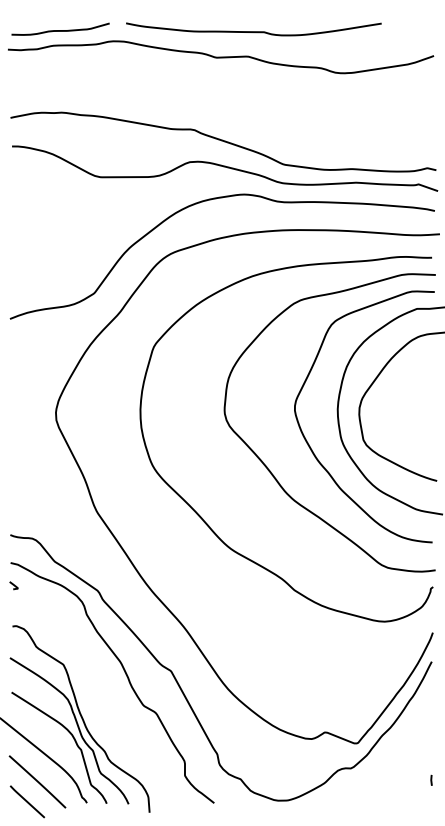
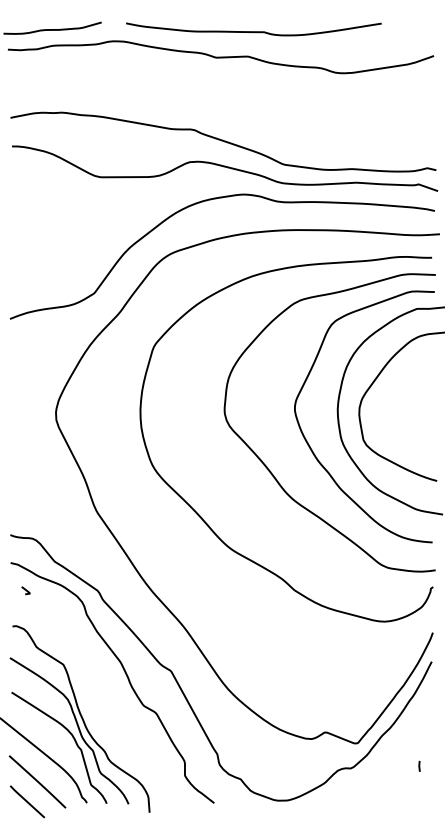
curve at (60, 30) position: (60, 30) -> (52, 29)
curve at (13, 585) position: (13, 585) -> (25, 590)
line at (431, 779) position: (431, 779) -> (419, 765)
